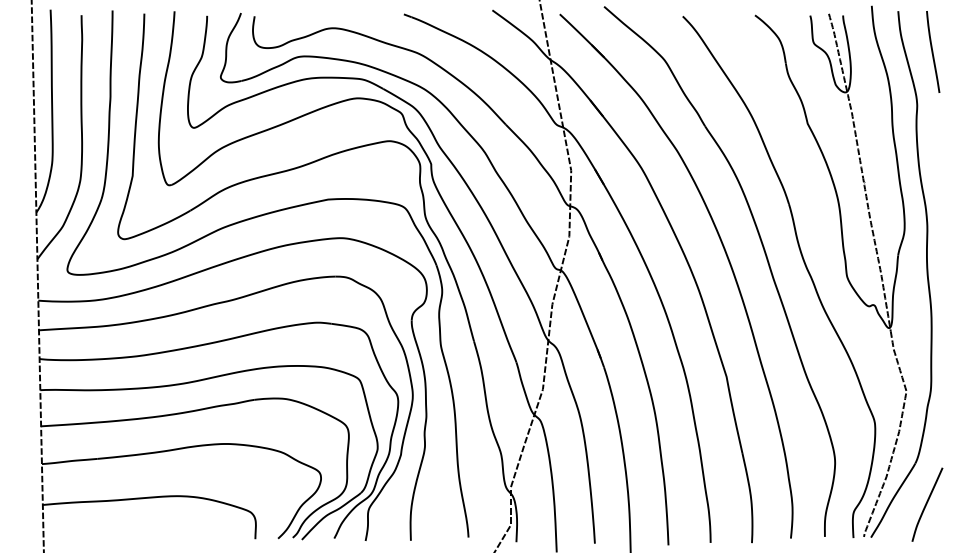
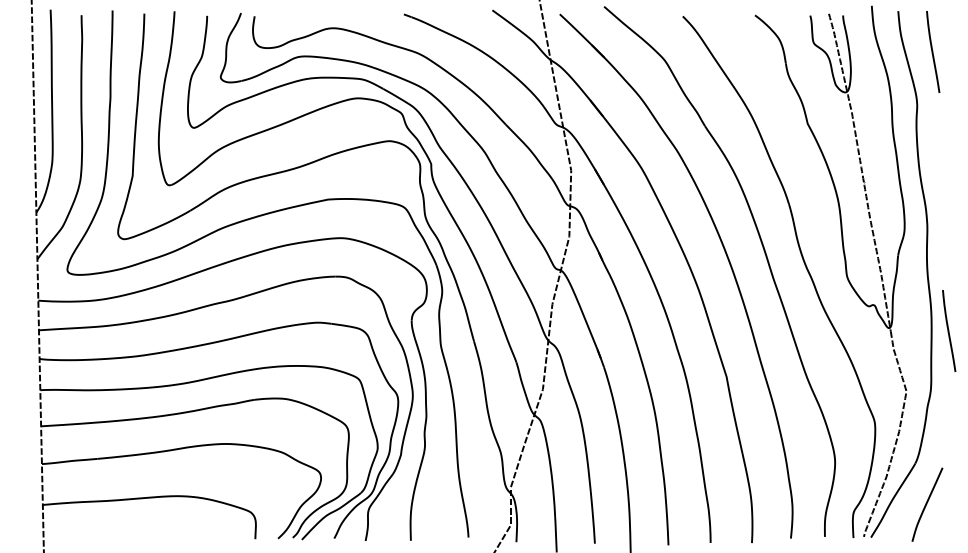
curve at (949, 330): none -> present
